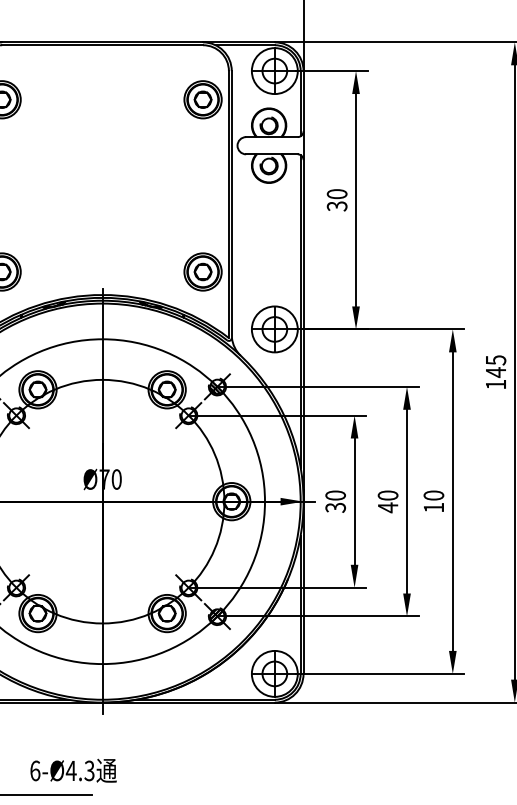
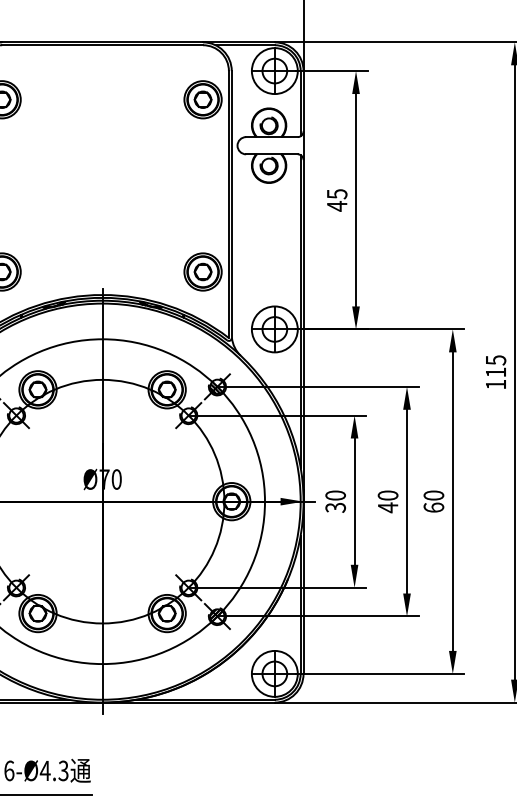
text at (336, 200): 30 -> 45
text at (495, 372): 145 -> 115
text at (433, 507): 10 -> 60
text at (73, 770) position: (73, 770) -> (47, 770)
